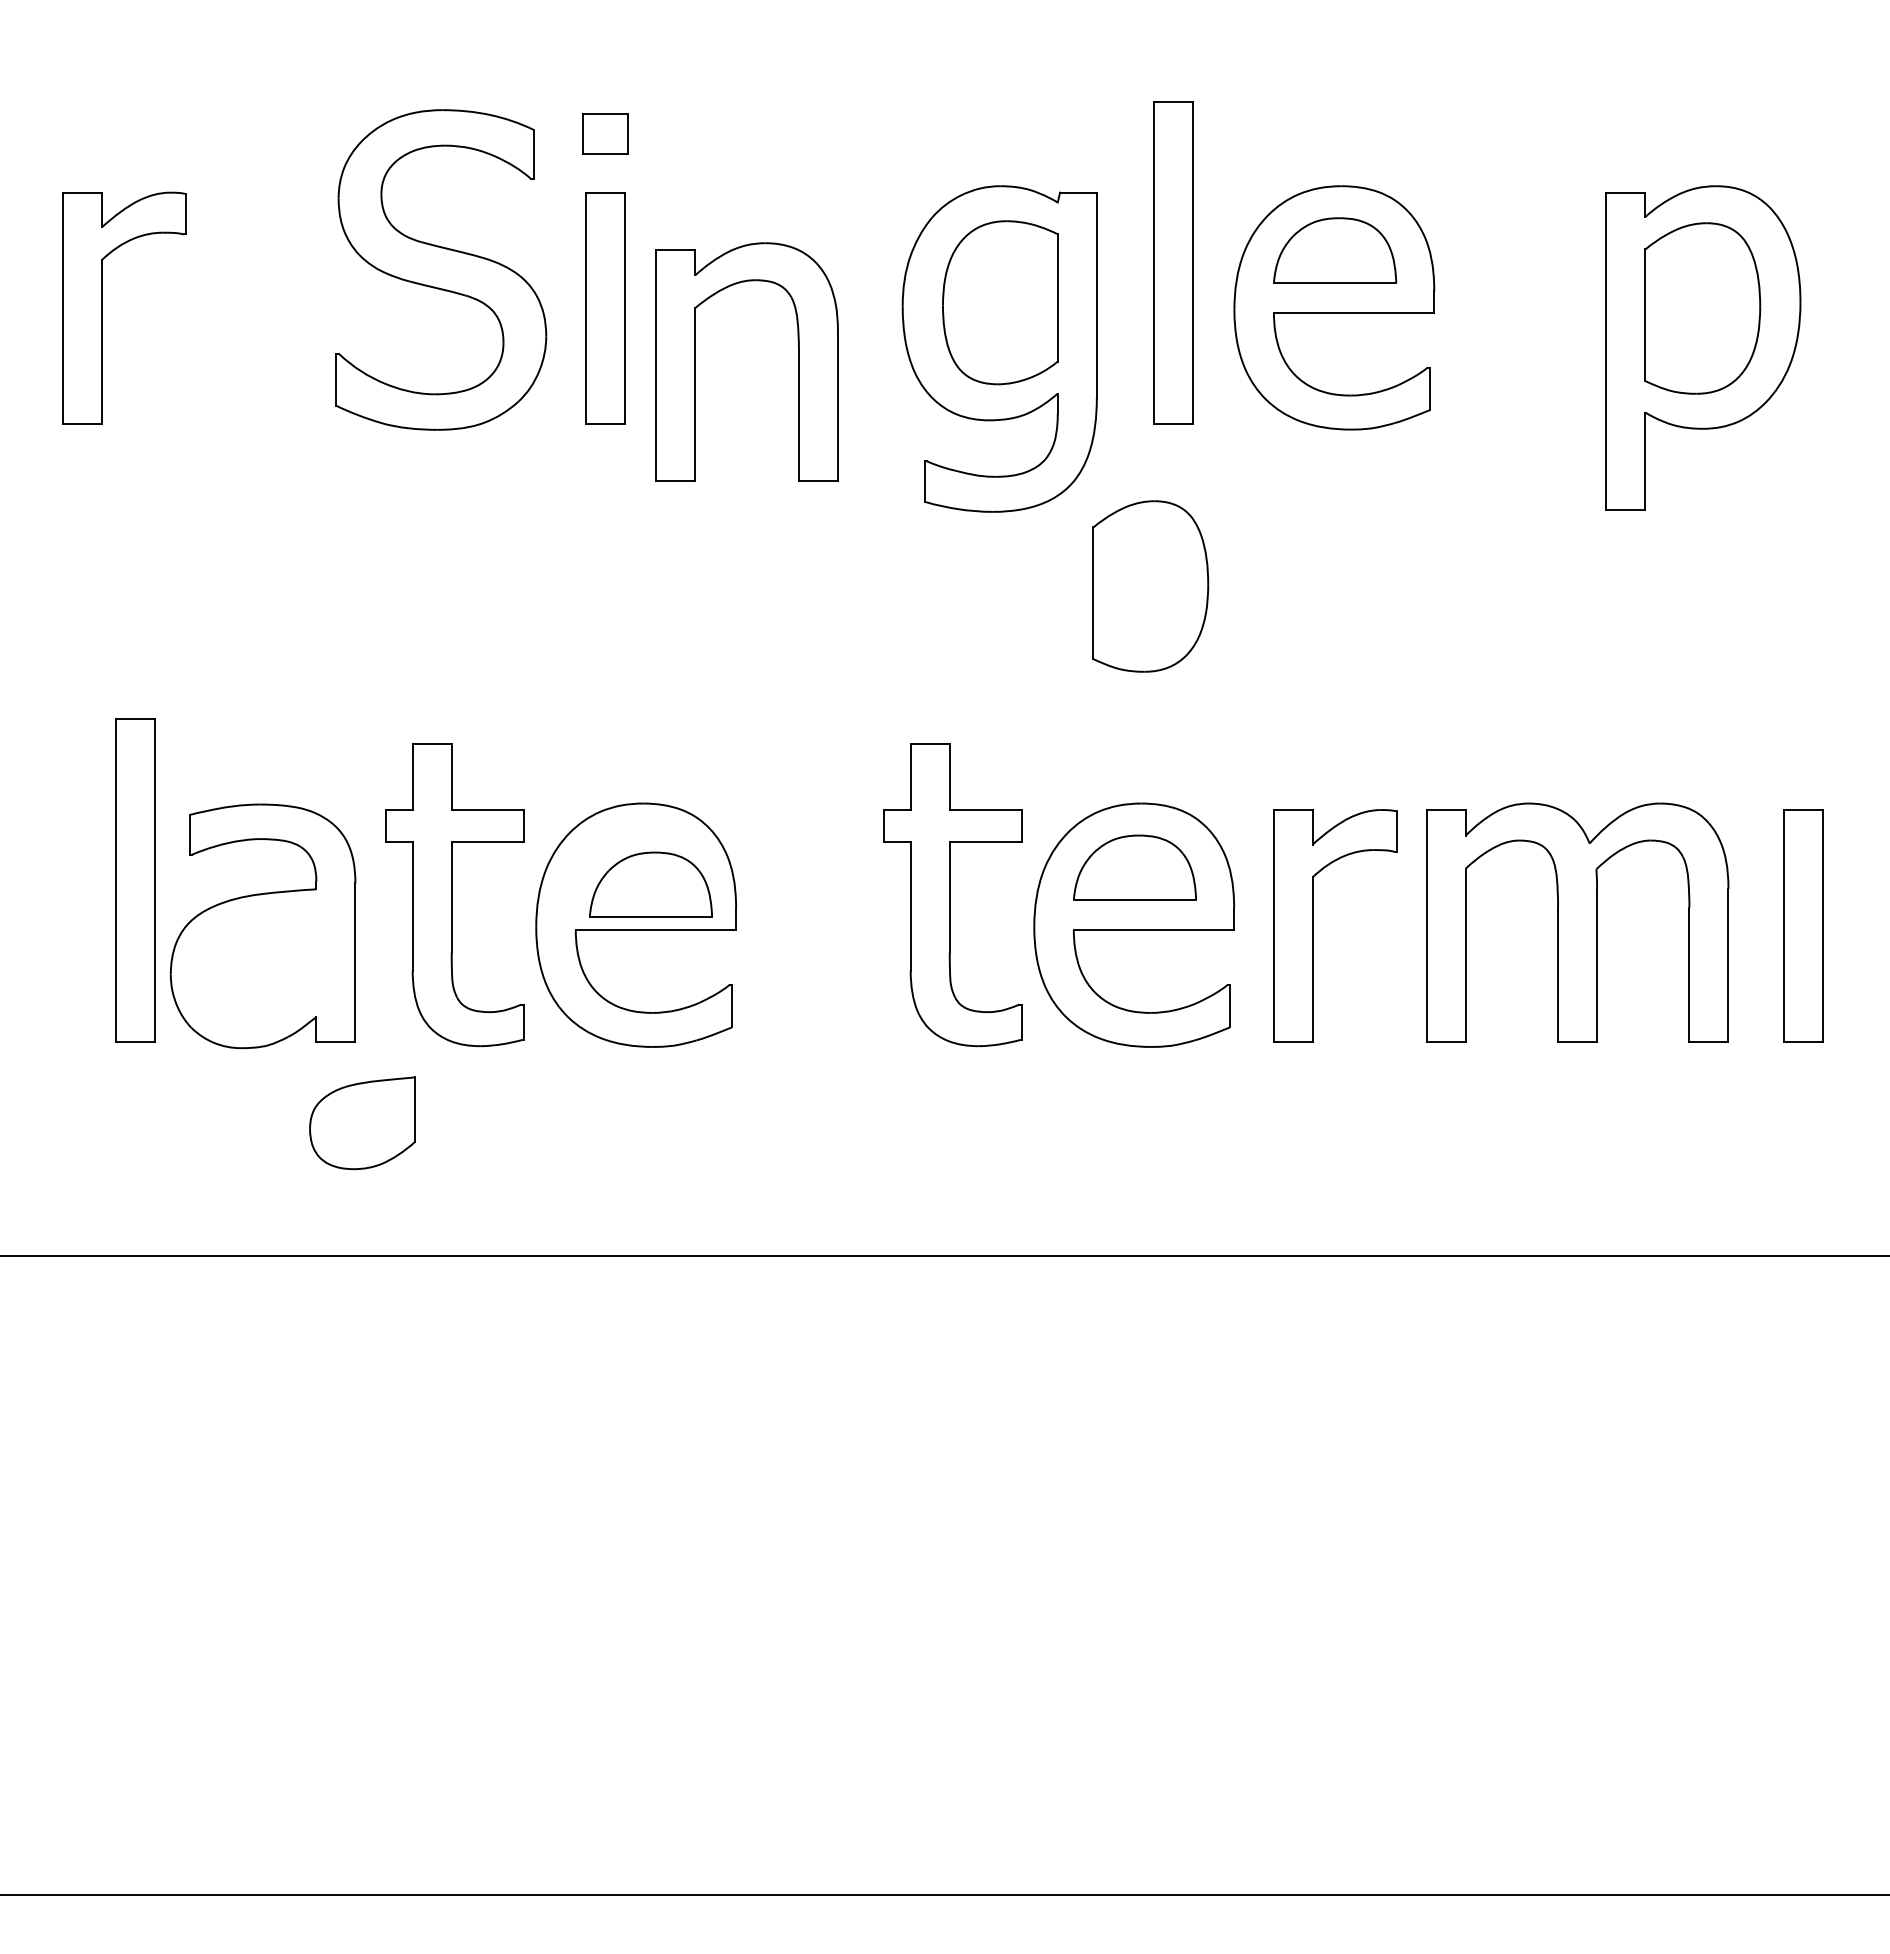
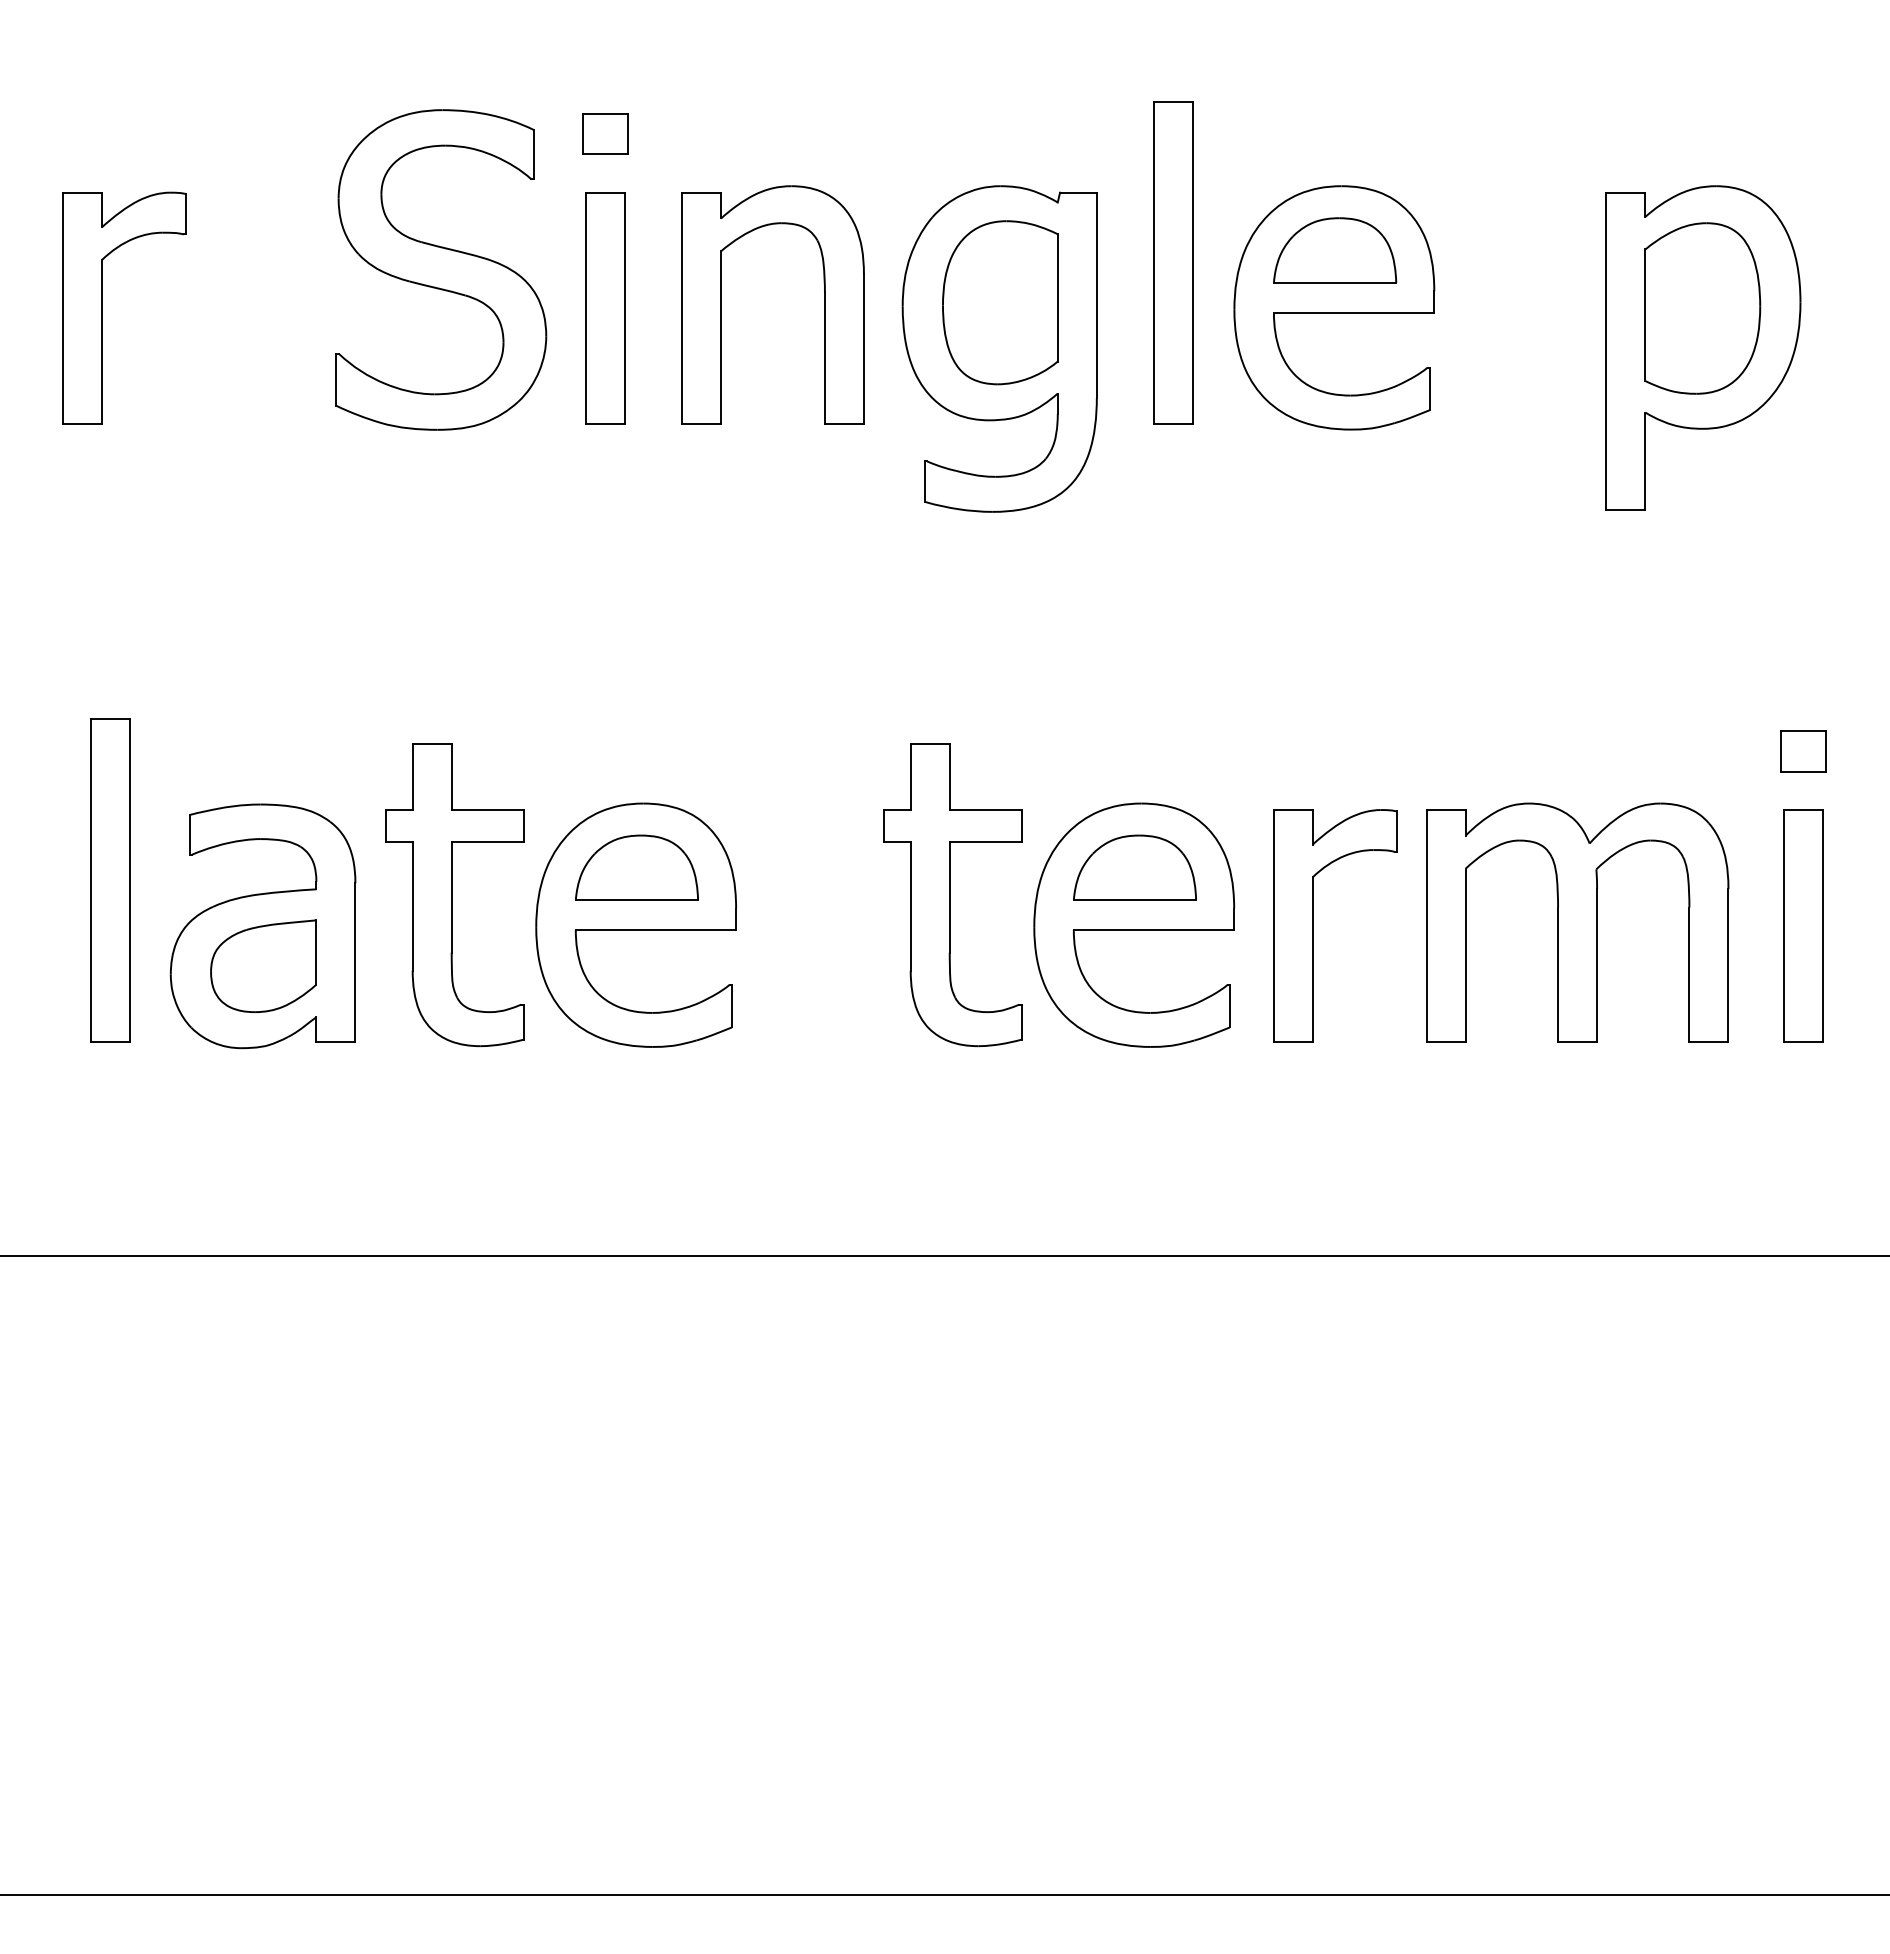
part at (695, 361) position: (695, 361) -> (721, 304)
part at (1150, 586): present -> none
part at (1803, 751): none -> present
part at (135, 880) position: (135, 880) -> (110, 880)
part at (650, 884) position: (650, 884) -> (636, 867)
part at (362, 1122) position: (362, 1122) -> (263, 965)
